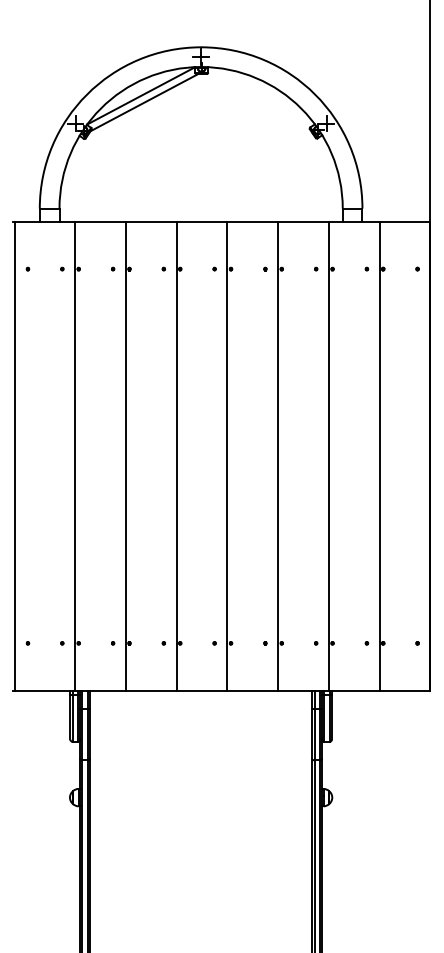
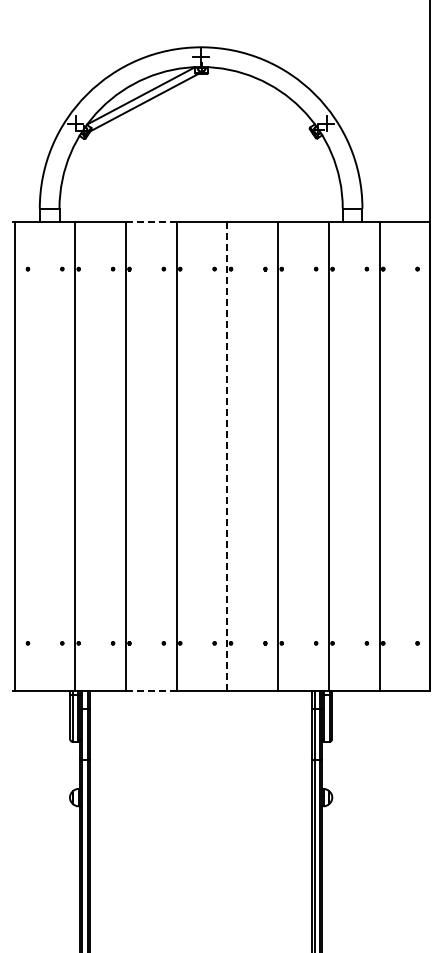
line at (151, 221): solid -> dashed
line at (227, 455): solid -> dashed
line at (151, 690): solid -> dashed
